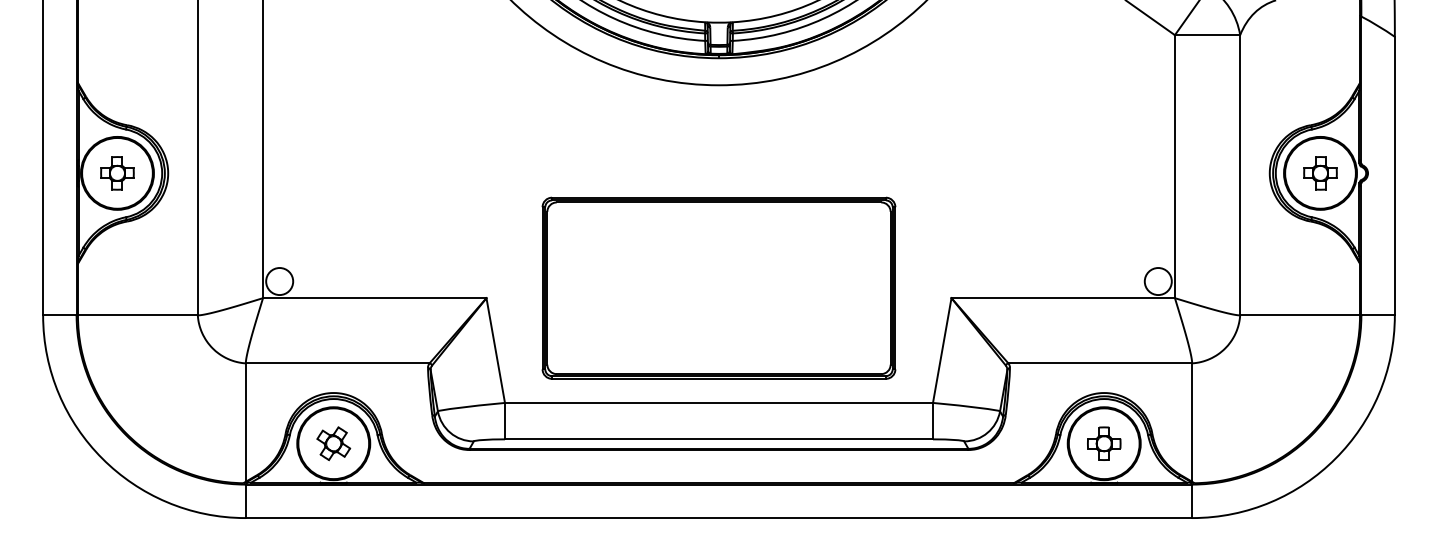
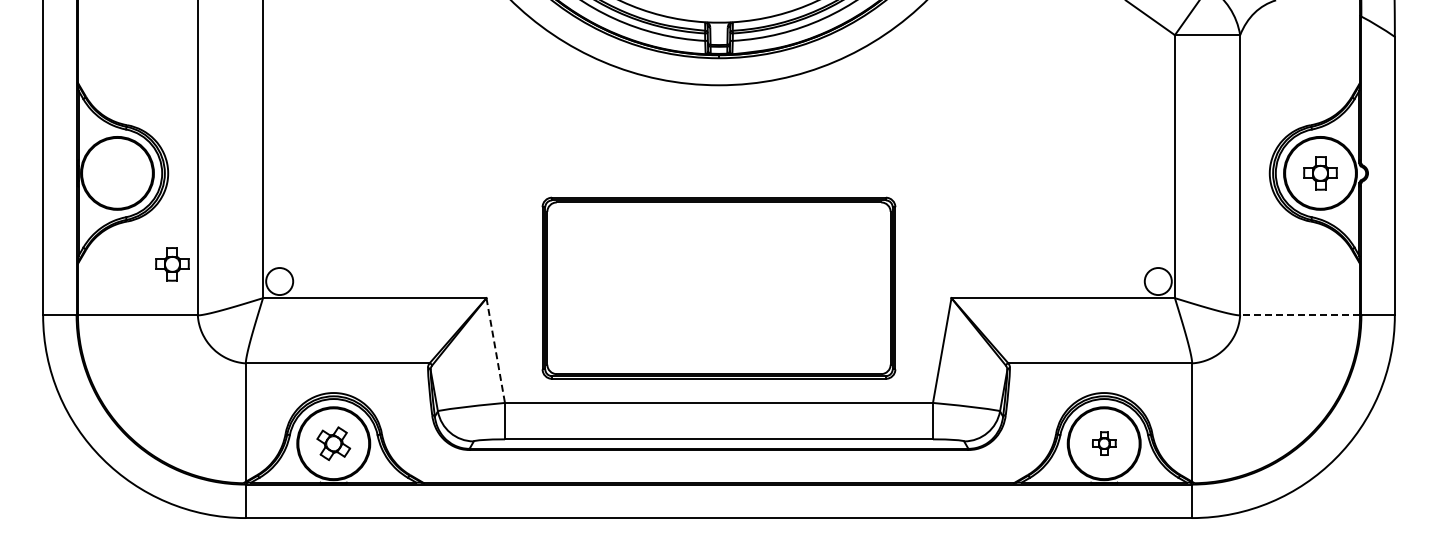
part at (117, 173) position: (117, 173) -> (172, 264)
line at (1300, 315): solid -> dashed
line at (495, 351): solid -> dashed
part at (1104, 443) size: 35x35 px -> 25x25 px
